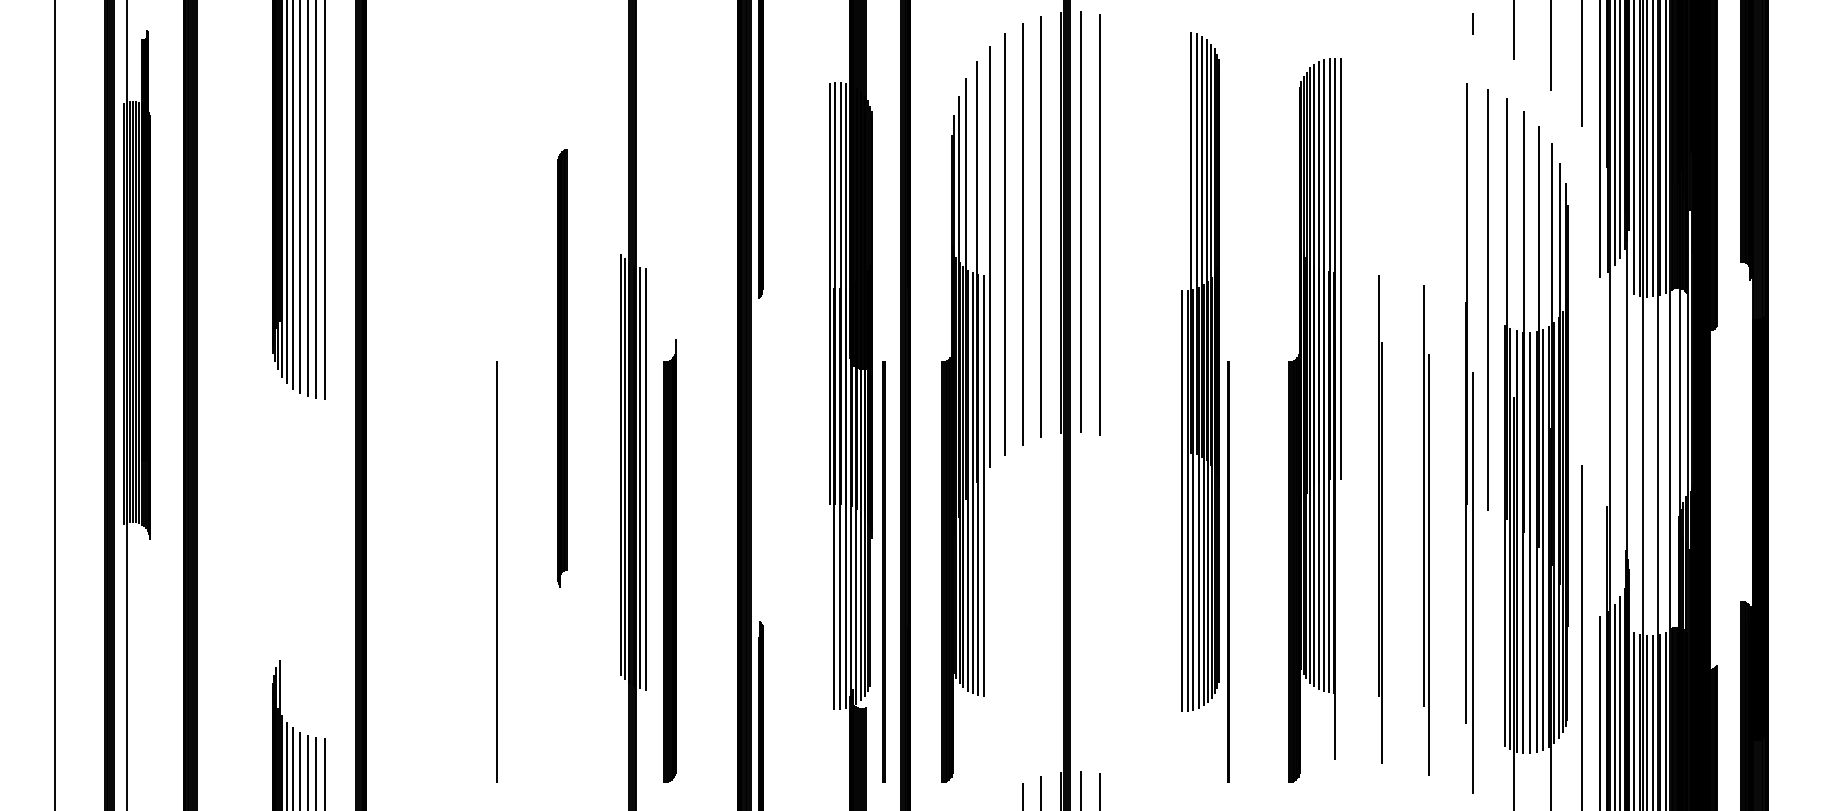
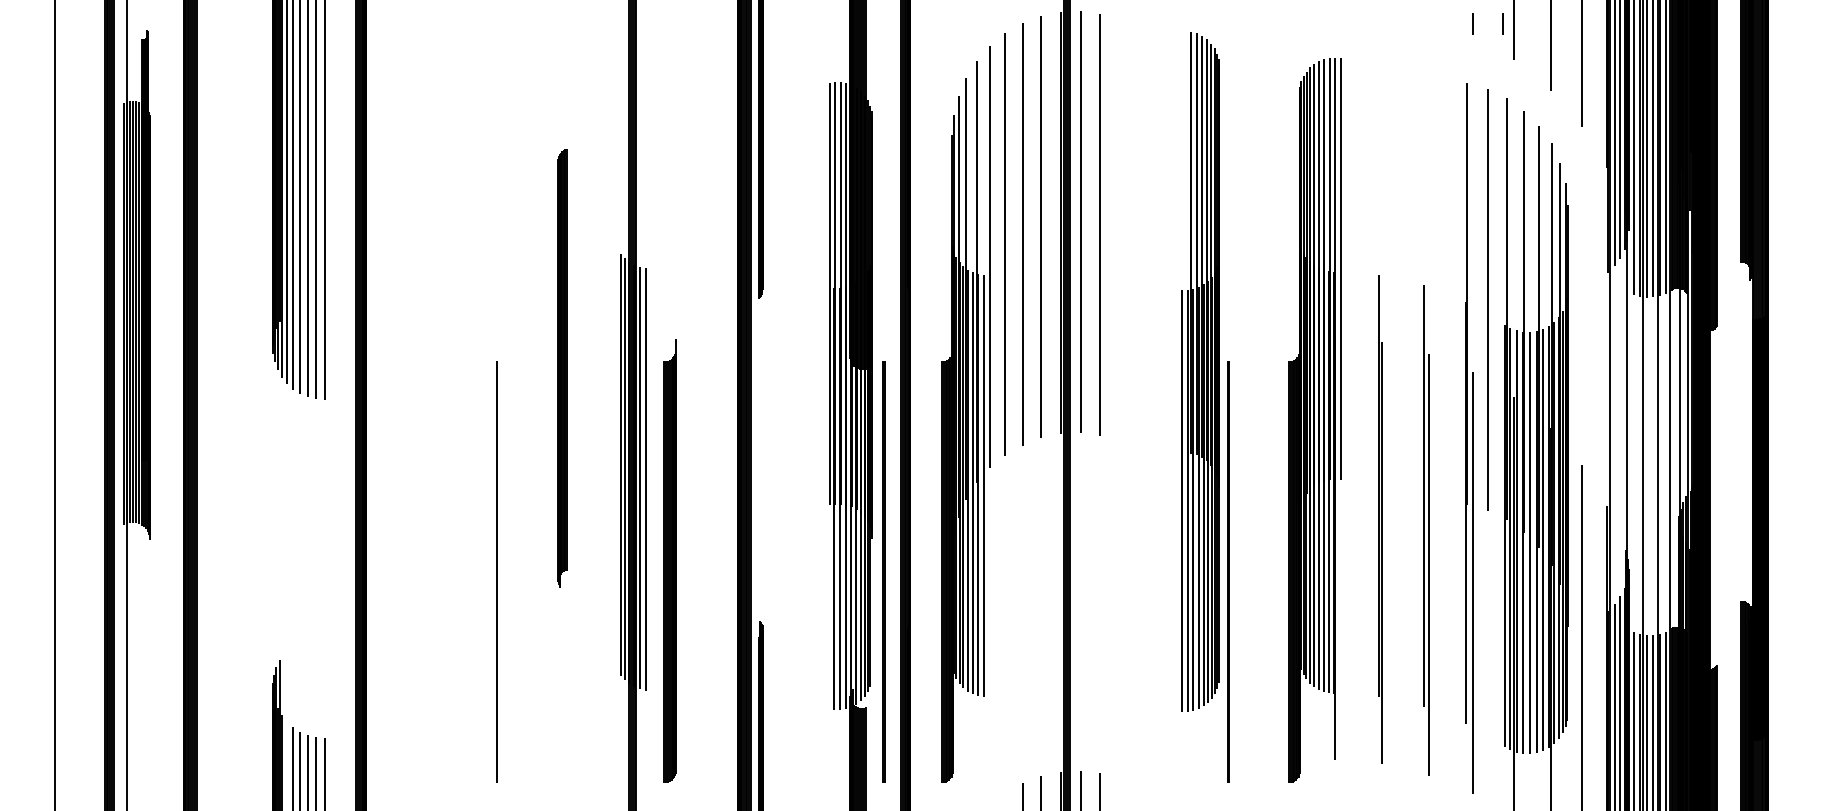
line at (1502, 23): none -> present
line at (1600, 140): present -> none
line at (1600, 711): present -> none
line at (287, 764): present -> none
